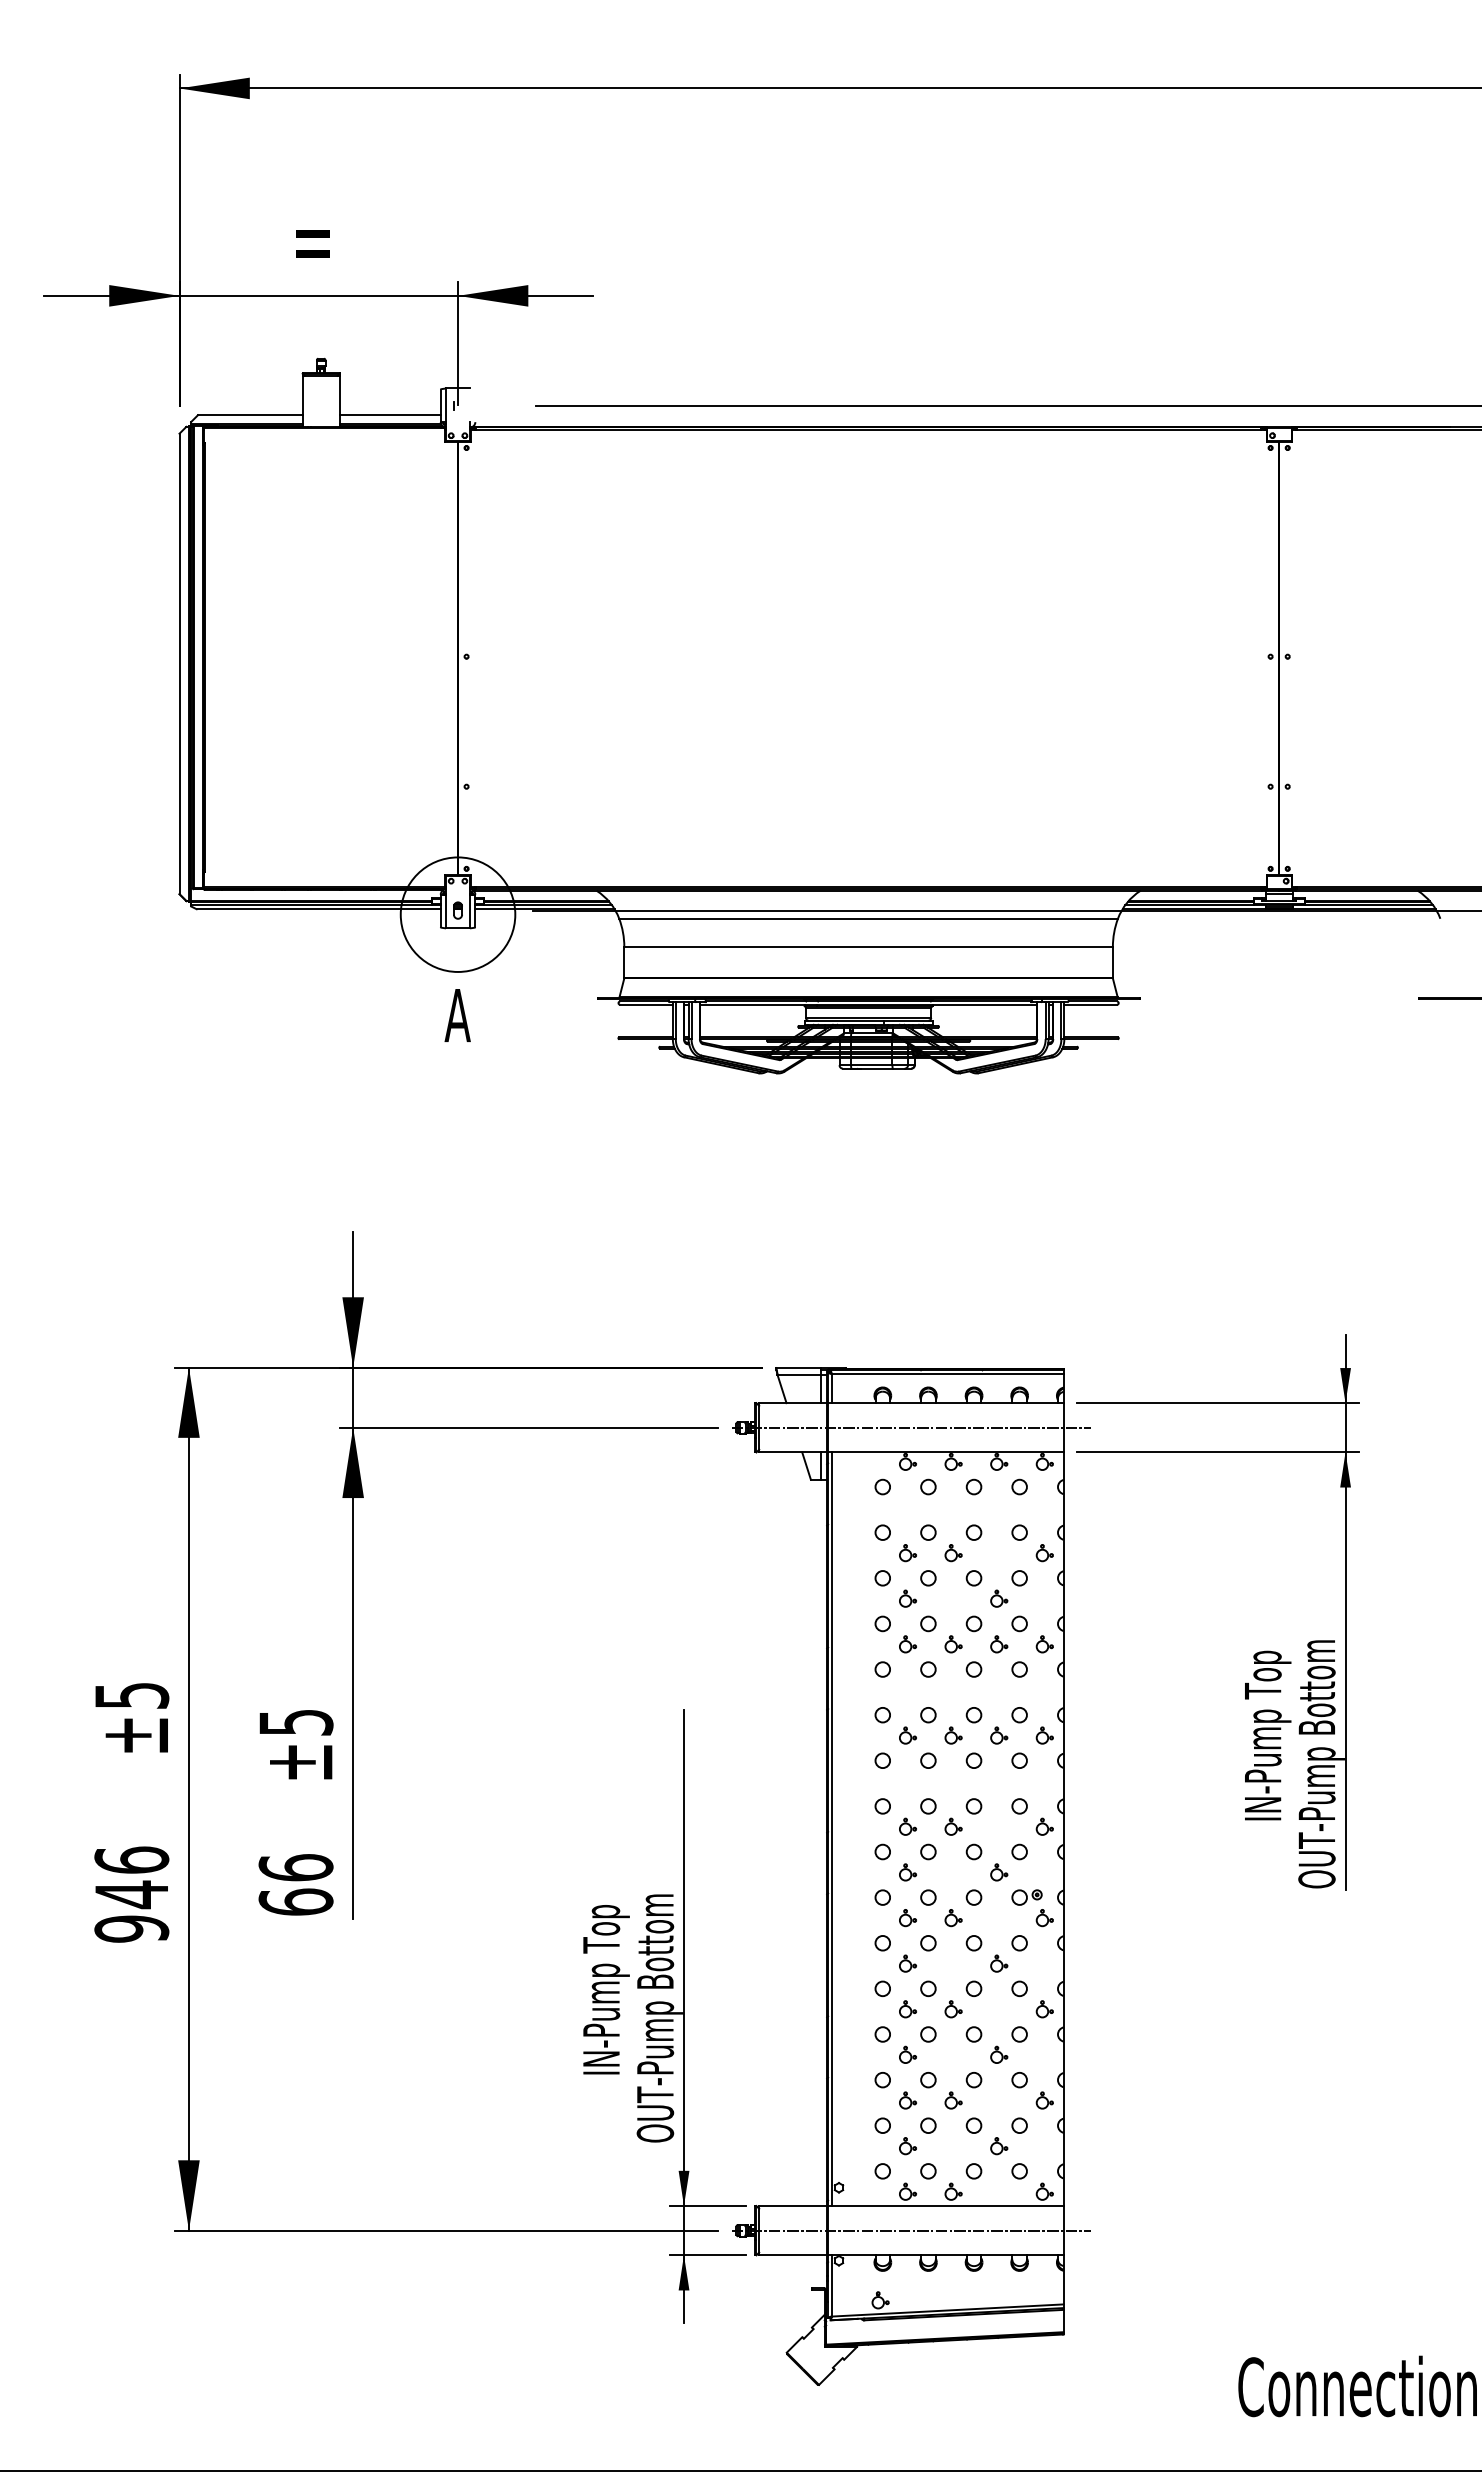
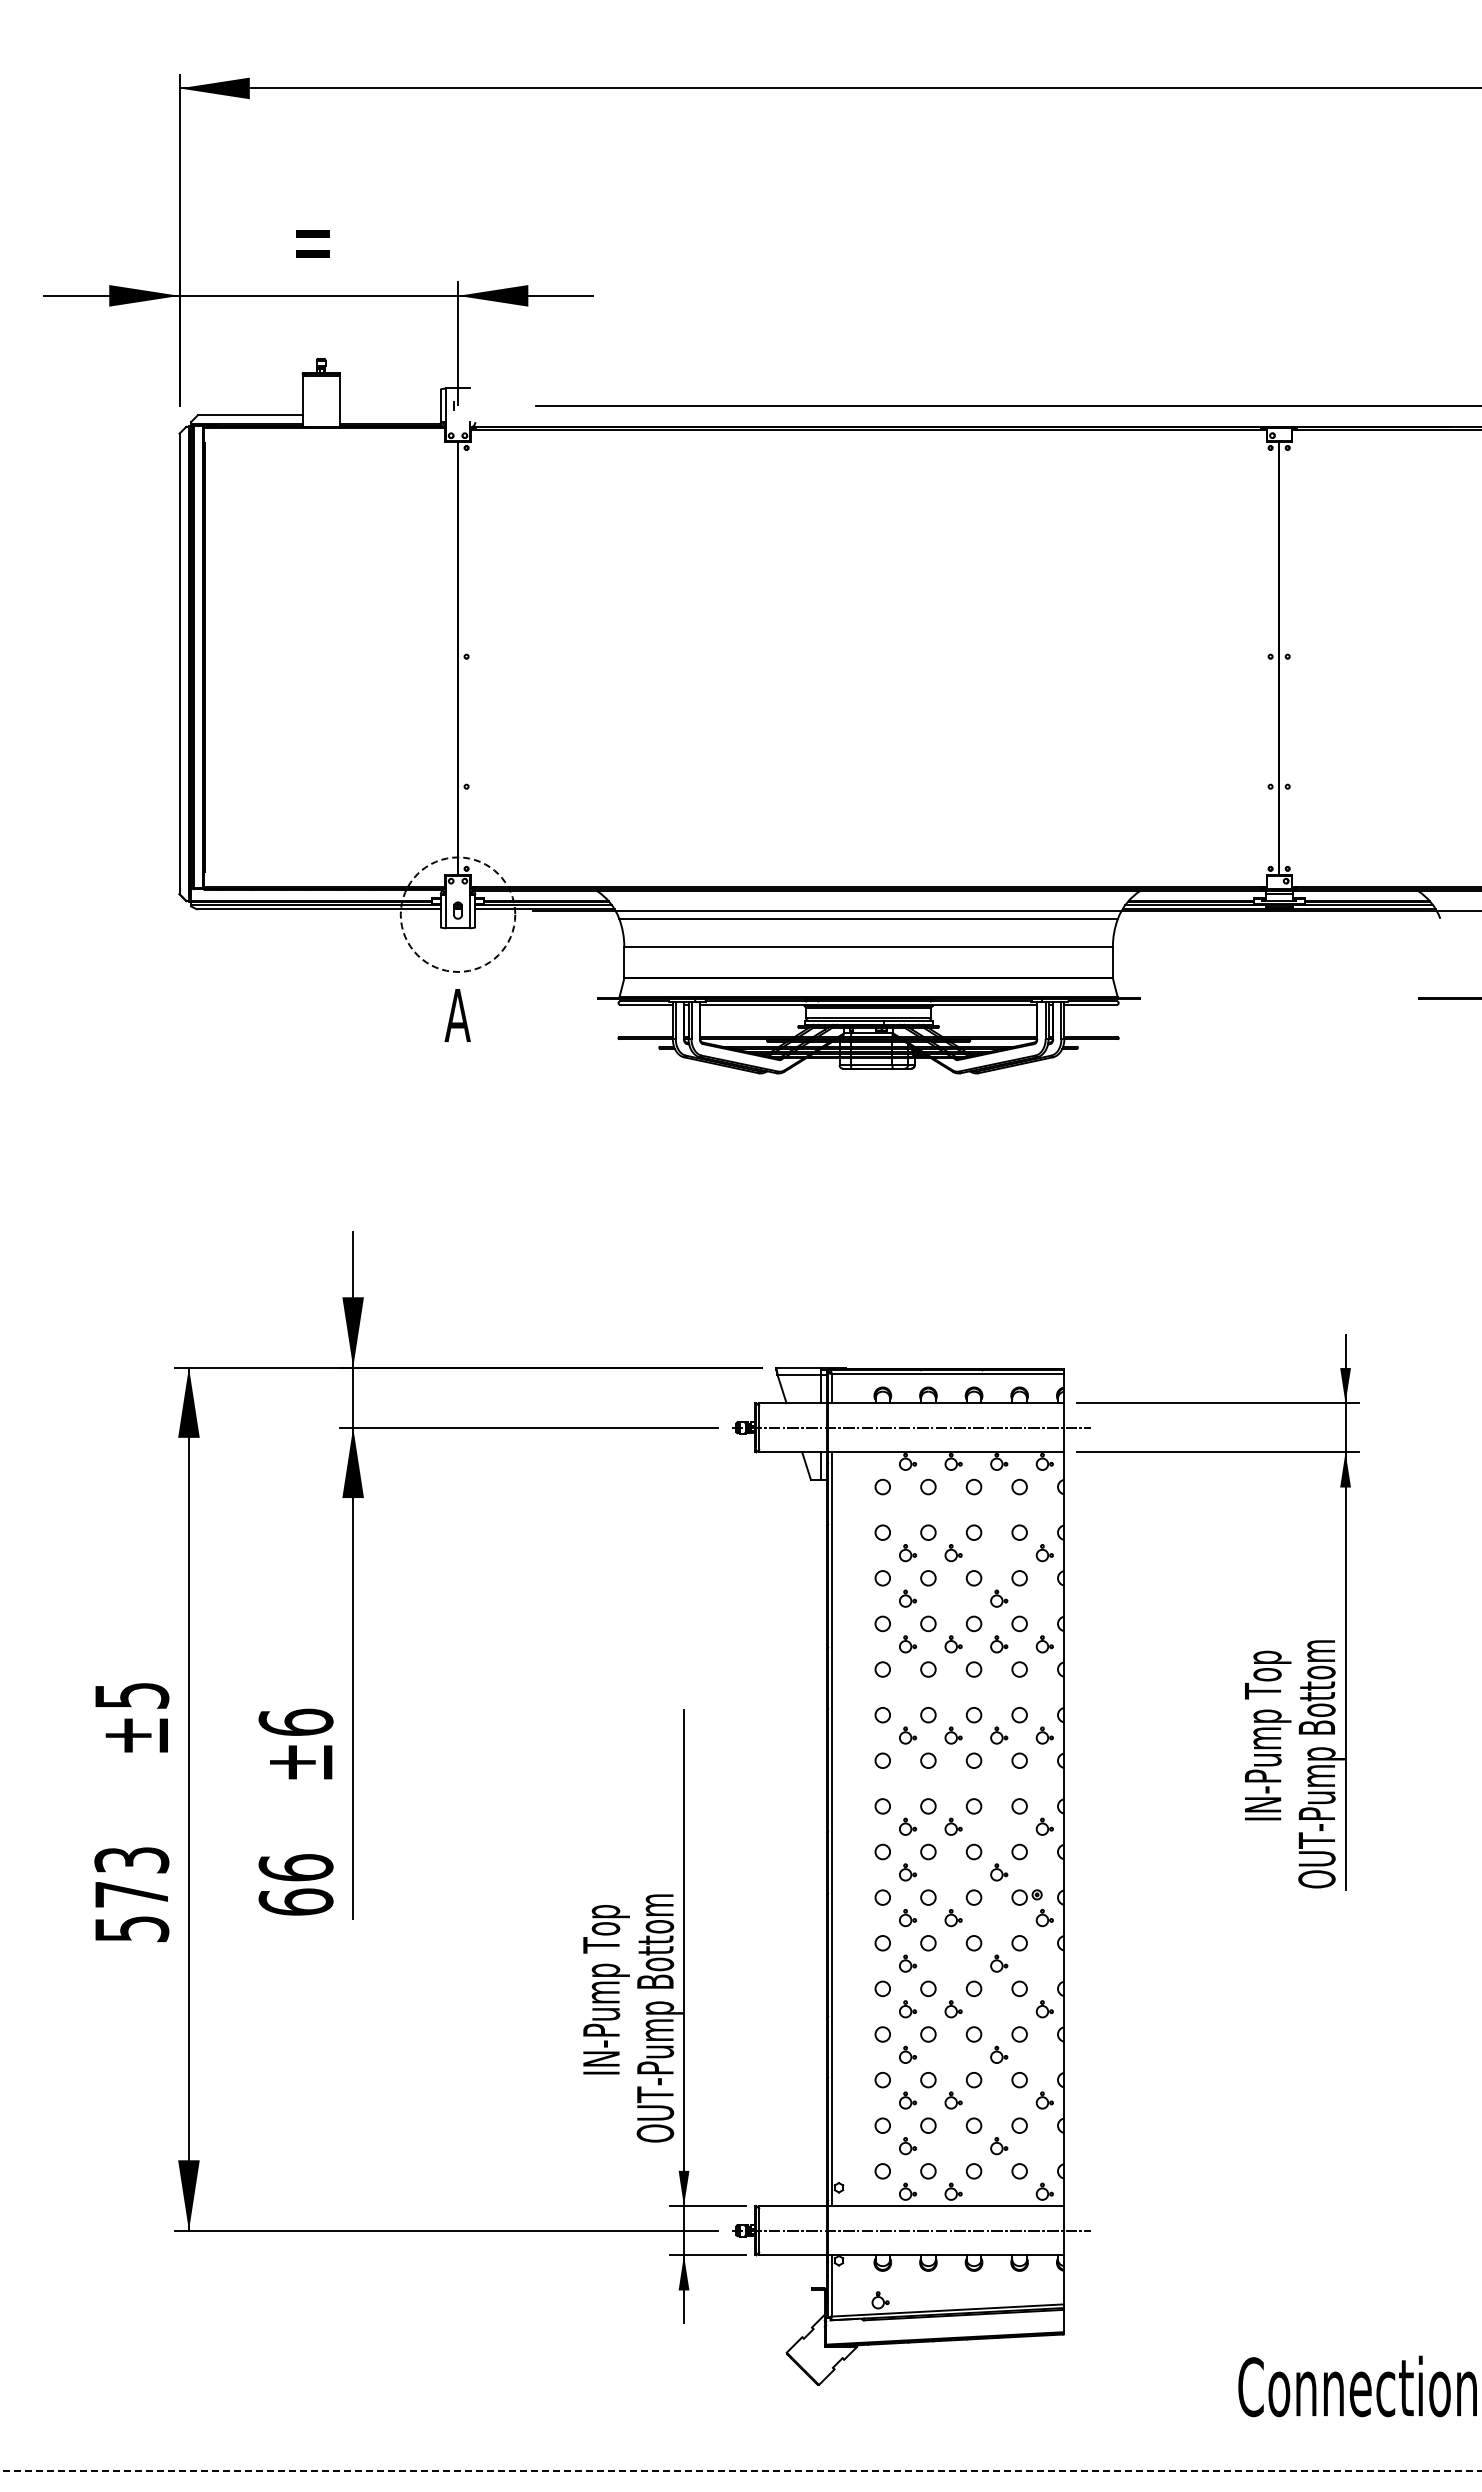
line at (389, 415): present -> none
circle at (457, 914): solid -> dashed
text at (295, 1721): ±5 -> ±6
text at (131, 1894): 946 -> 573
line at (741, 2470): solid -> dashed
